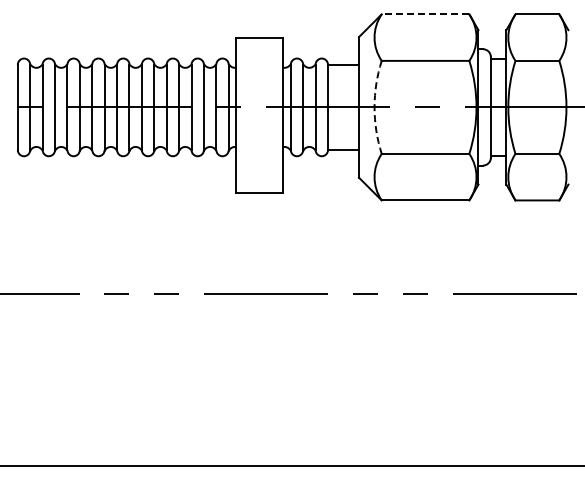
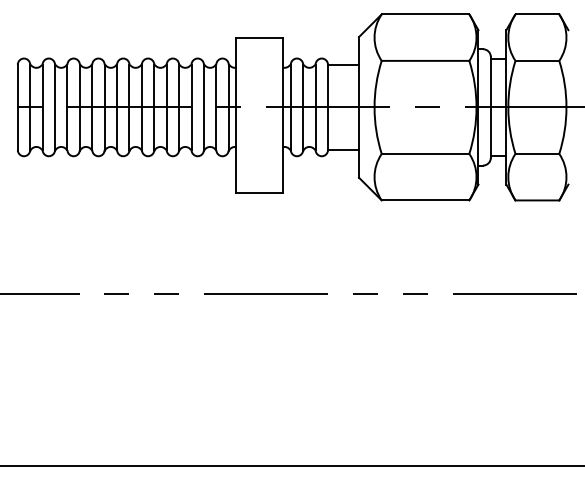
line at (425, 14): dashed -> solid
arc at (374, 107): dashed -> solid
